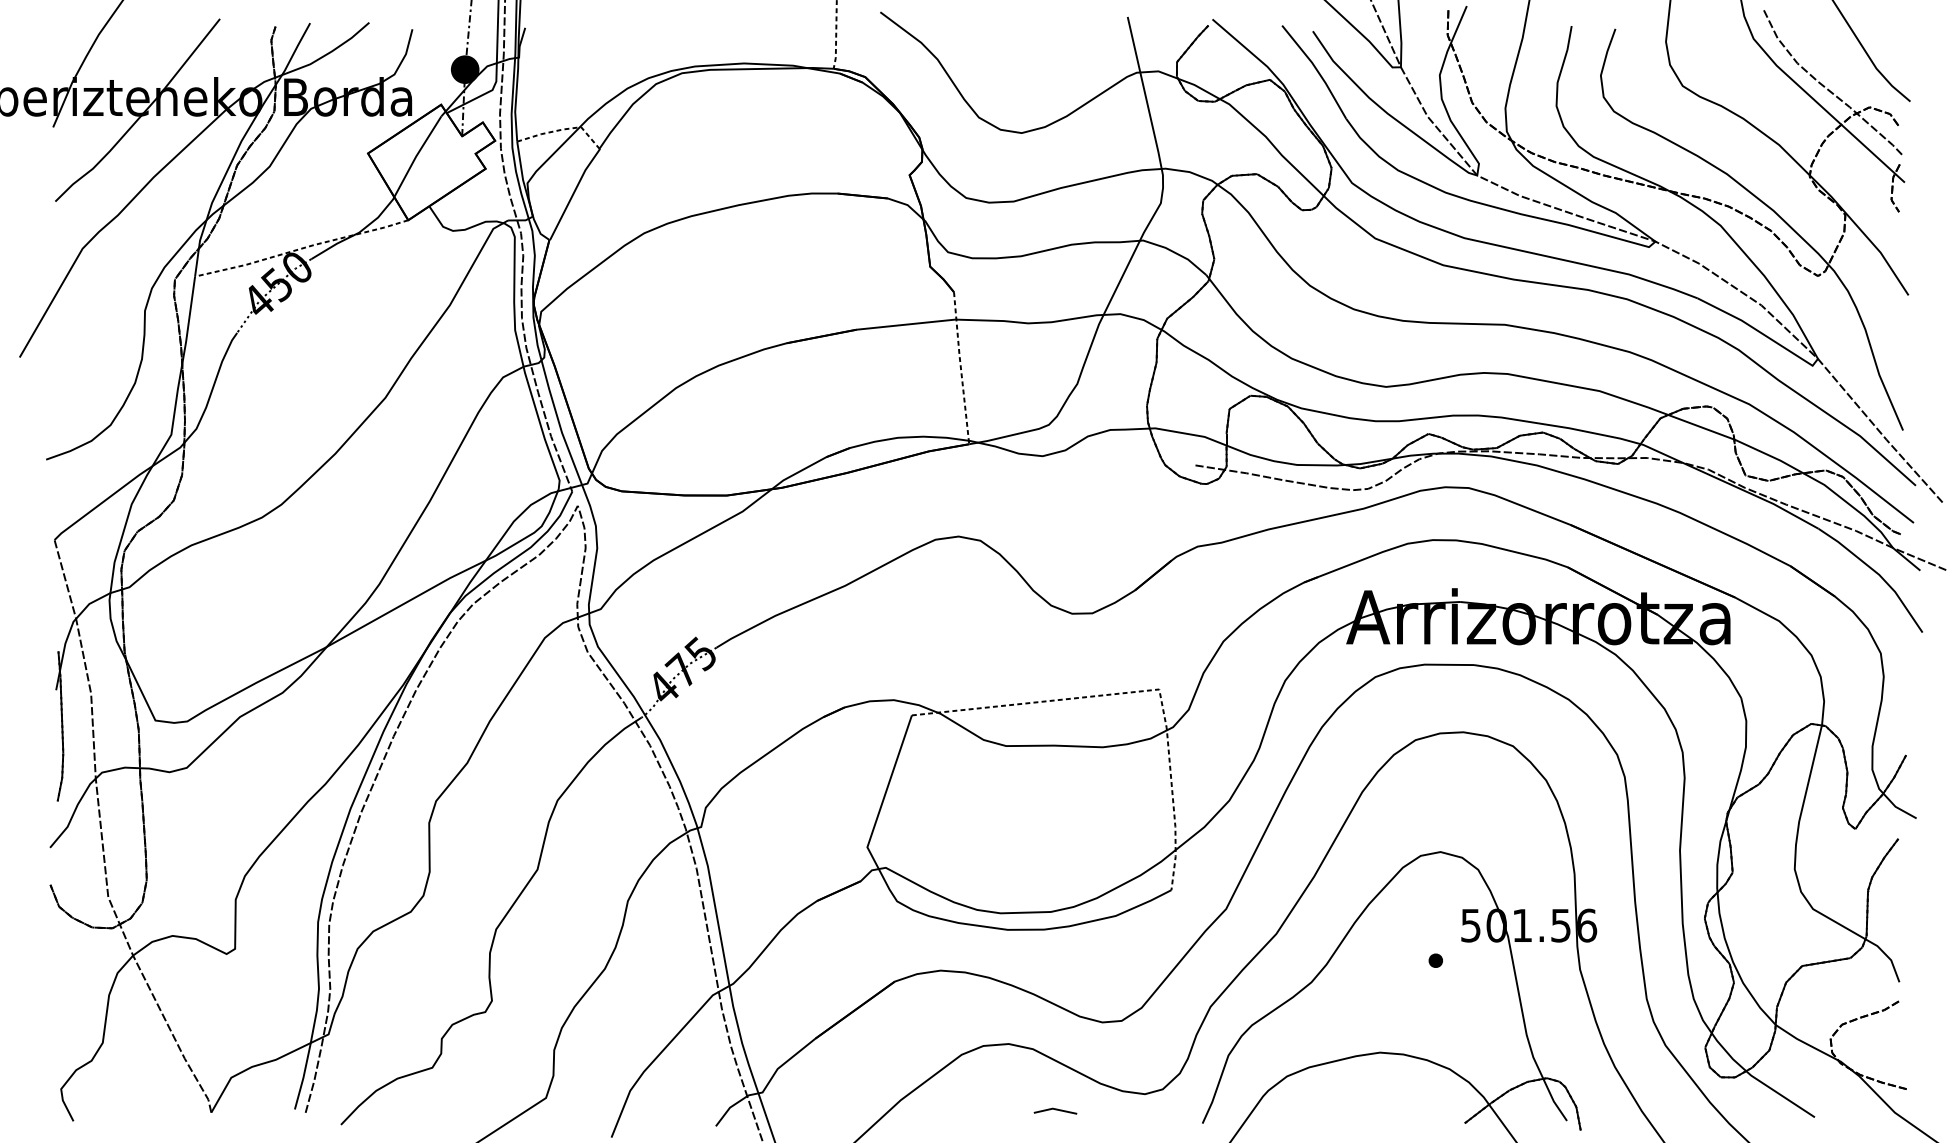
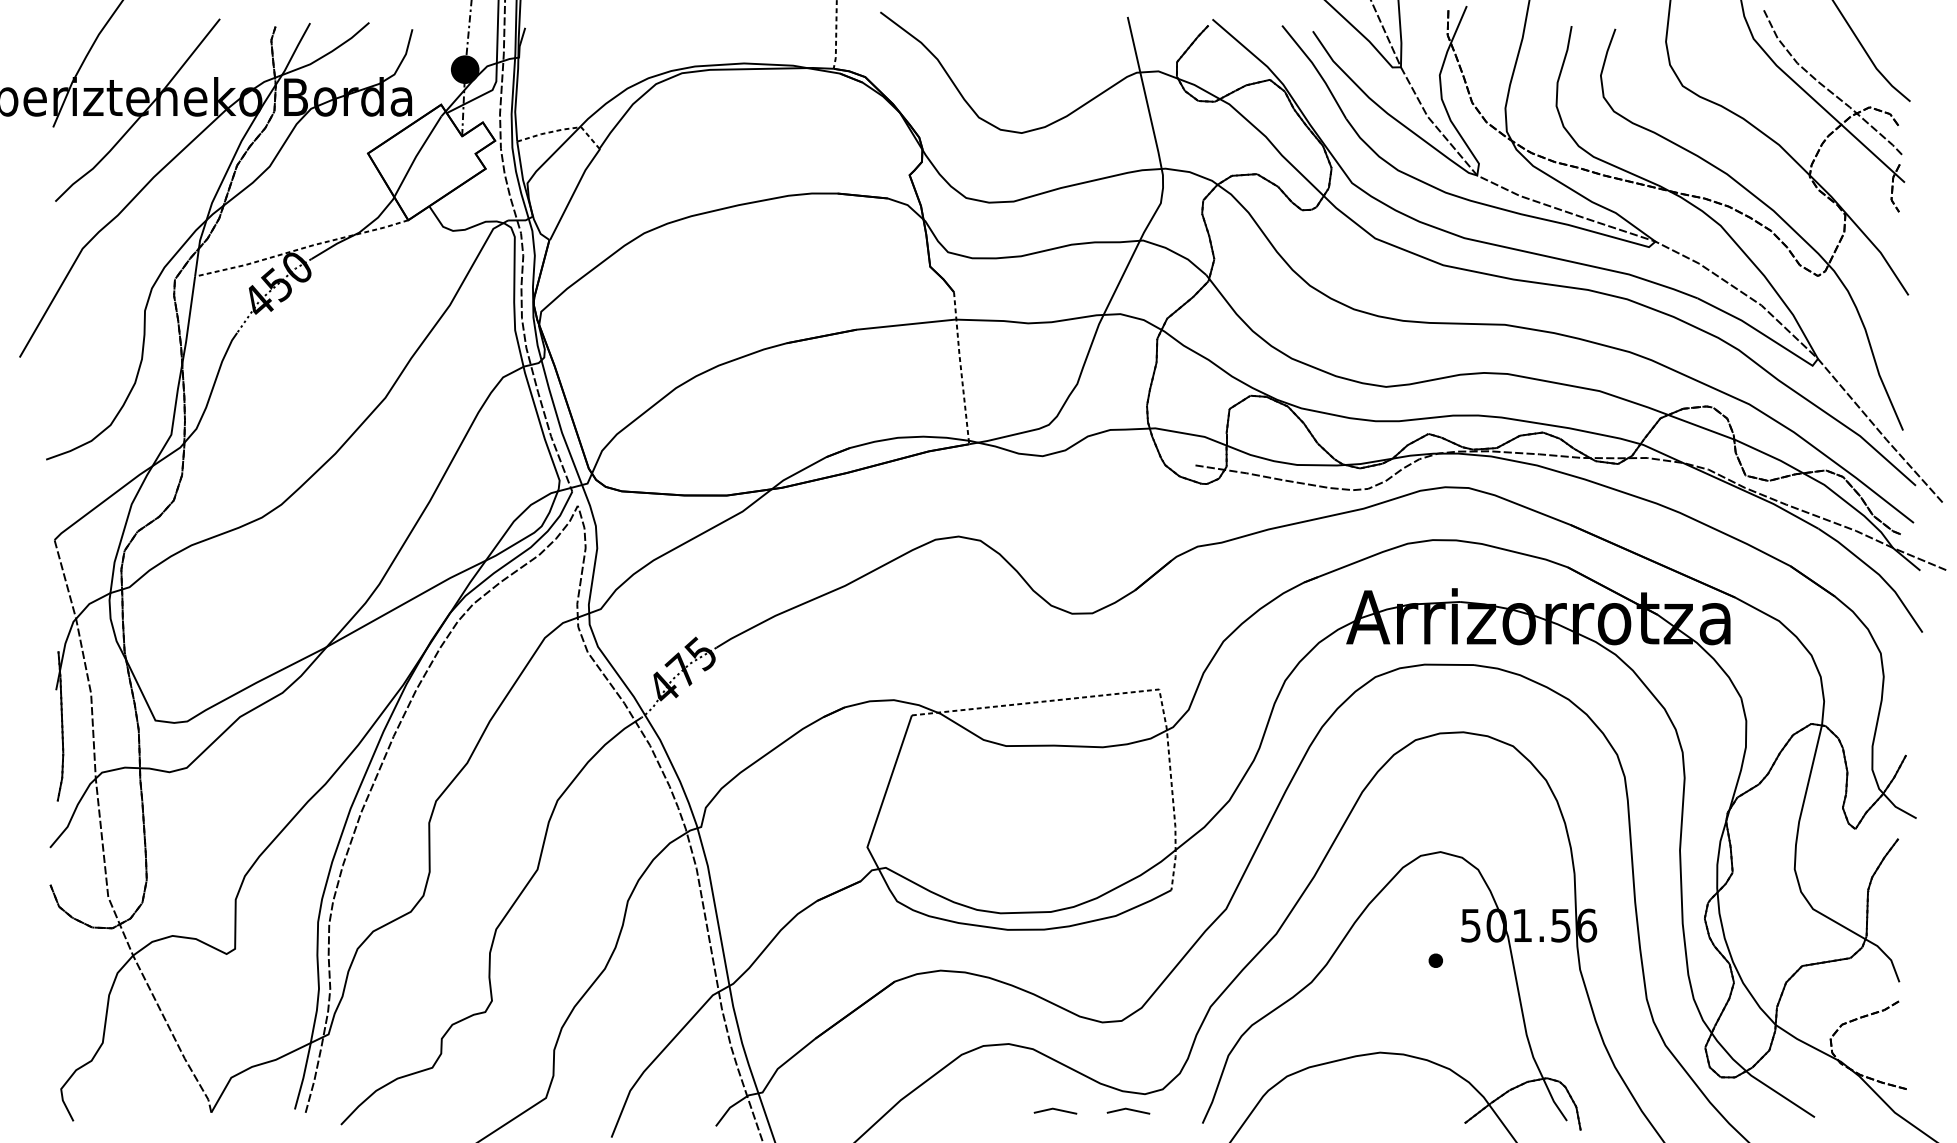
line at (1128, 1110): none -> present
